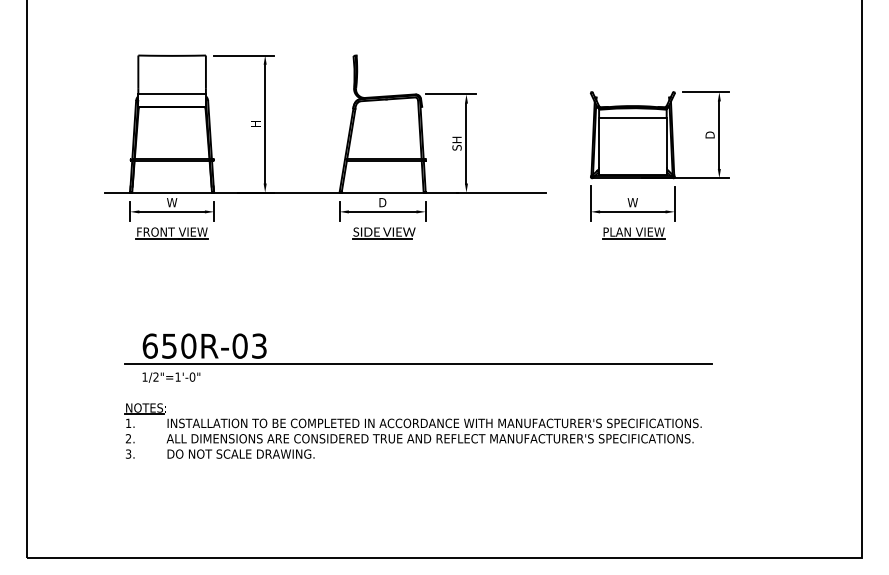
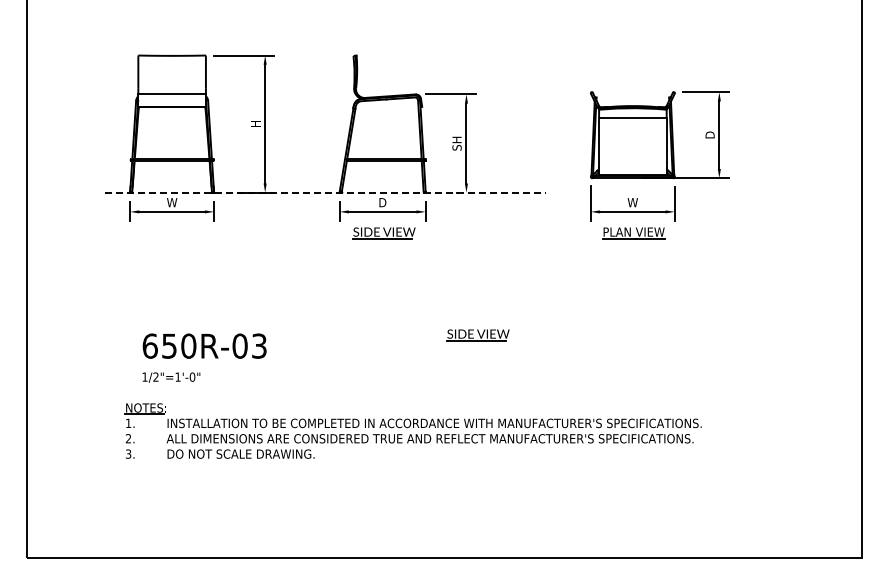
line at (326, 192): solid -> dashed
part at (171, 233): present -> none
part at (477, 335): none -> present
line at (418, 364): present -> none
